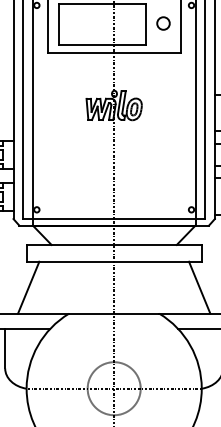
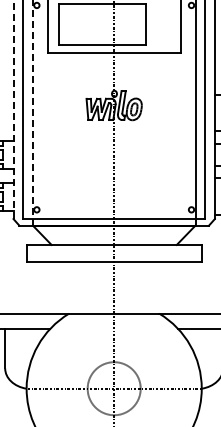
circle at (163, 23): present -> none
line at (13, 109): solid -> dashed
line at (32, 112): solid -> dashed
line at (28, 287): present -> none
line at (199, 287): present -> none
